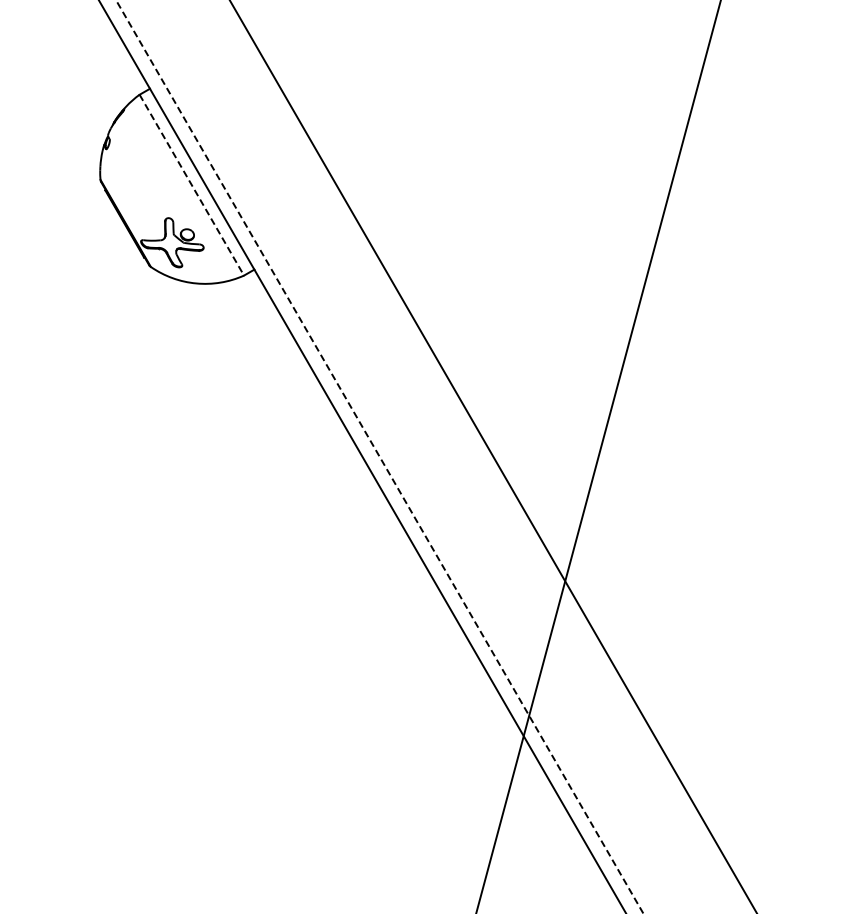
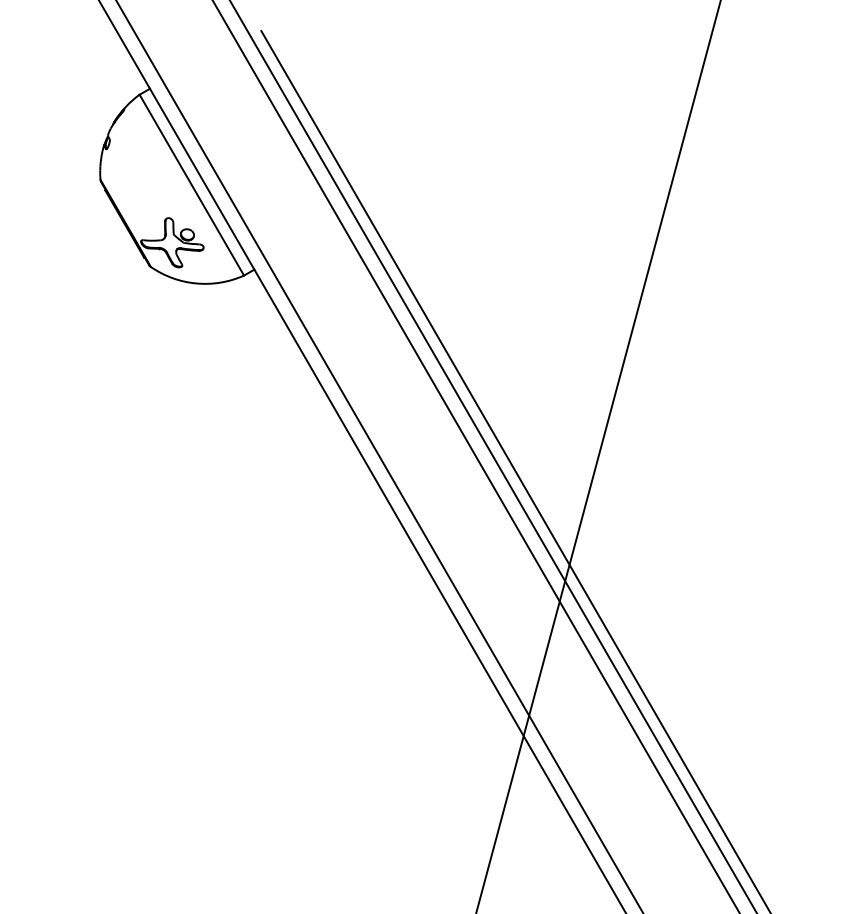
line at (192, 185): dashed -> solid
line at (379, 456): dashed -> solid
line at (476, 456): none -> present
line at (514, 470): none -> present
